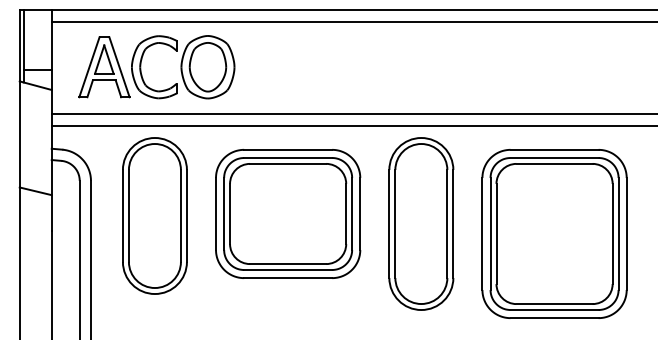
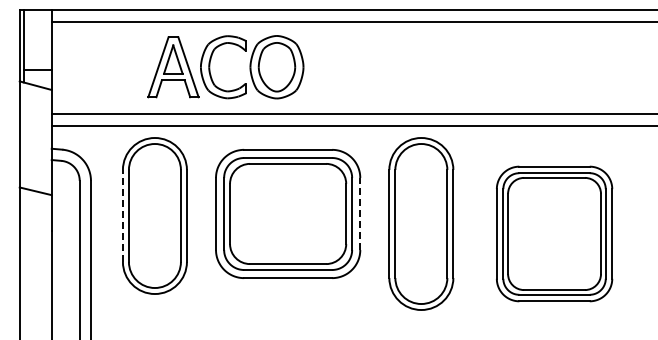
part at (141, 67) position: (141, 67) -> (210, 67)
line at (360, 213): solid -> dashed
line at (122, 215): solid -> dashed
part at (554, 233) size: 147x170 px -> 118x138 px
